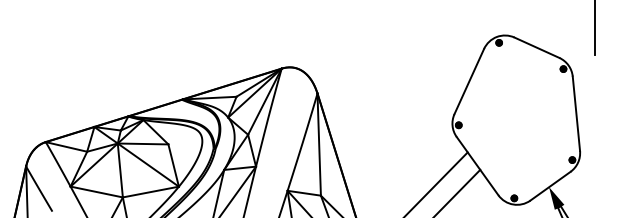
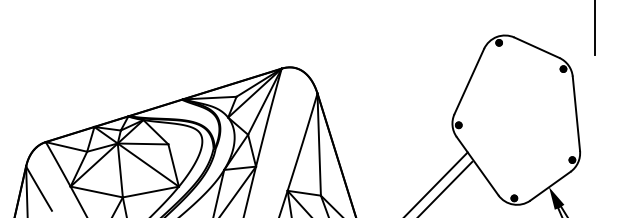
line at (458, 191) position: (458, 191) -> (446, 187)
